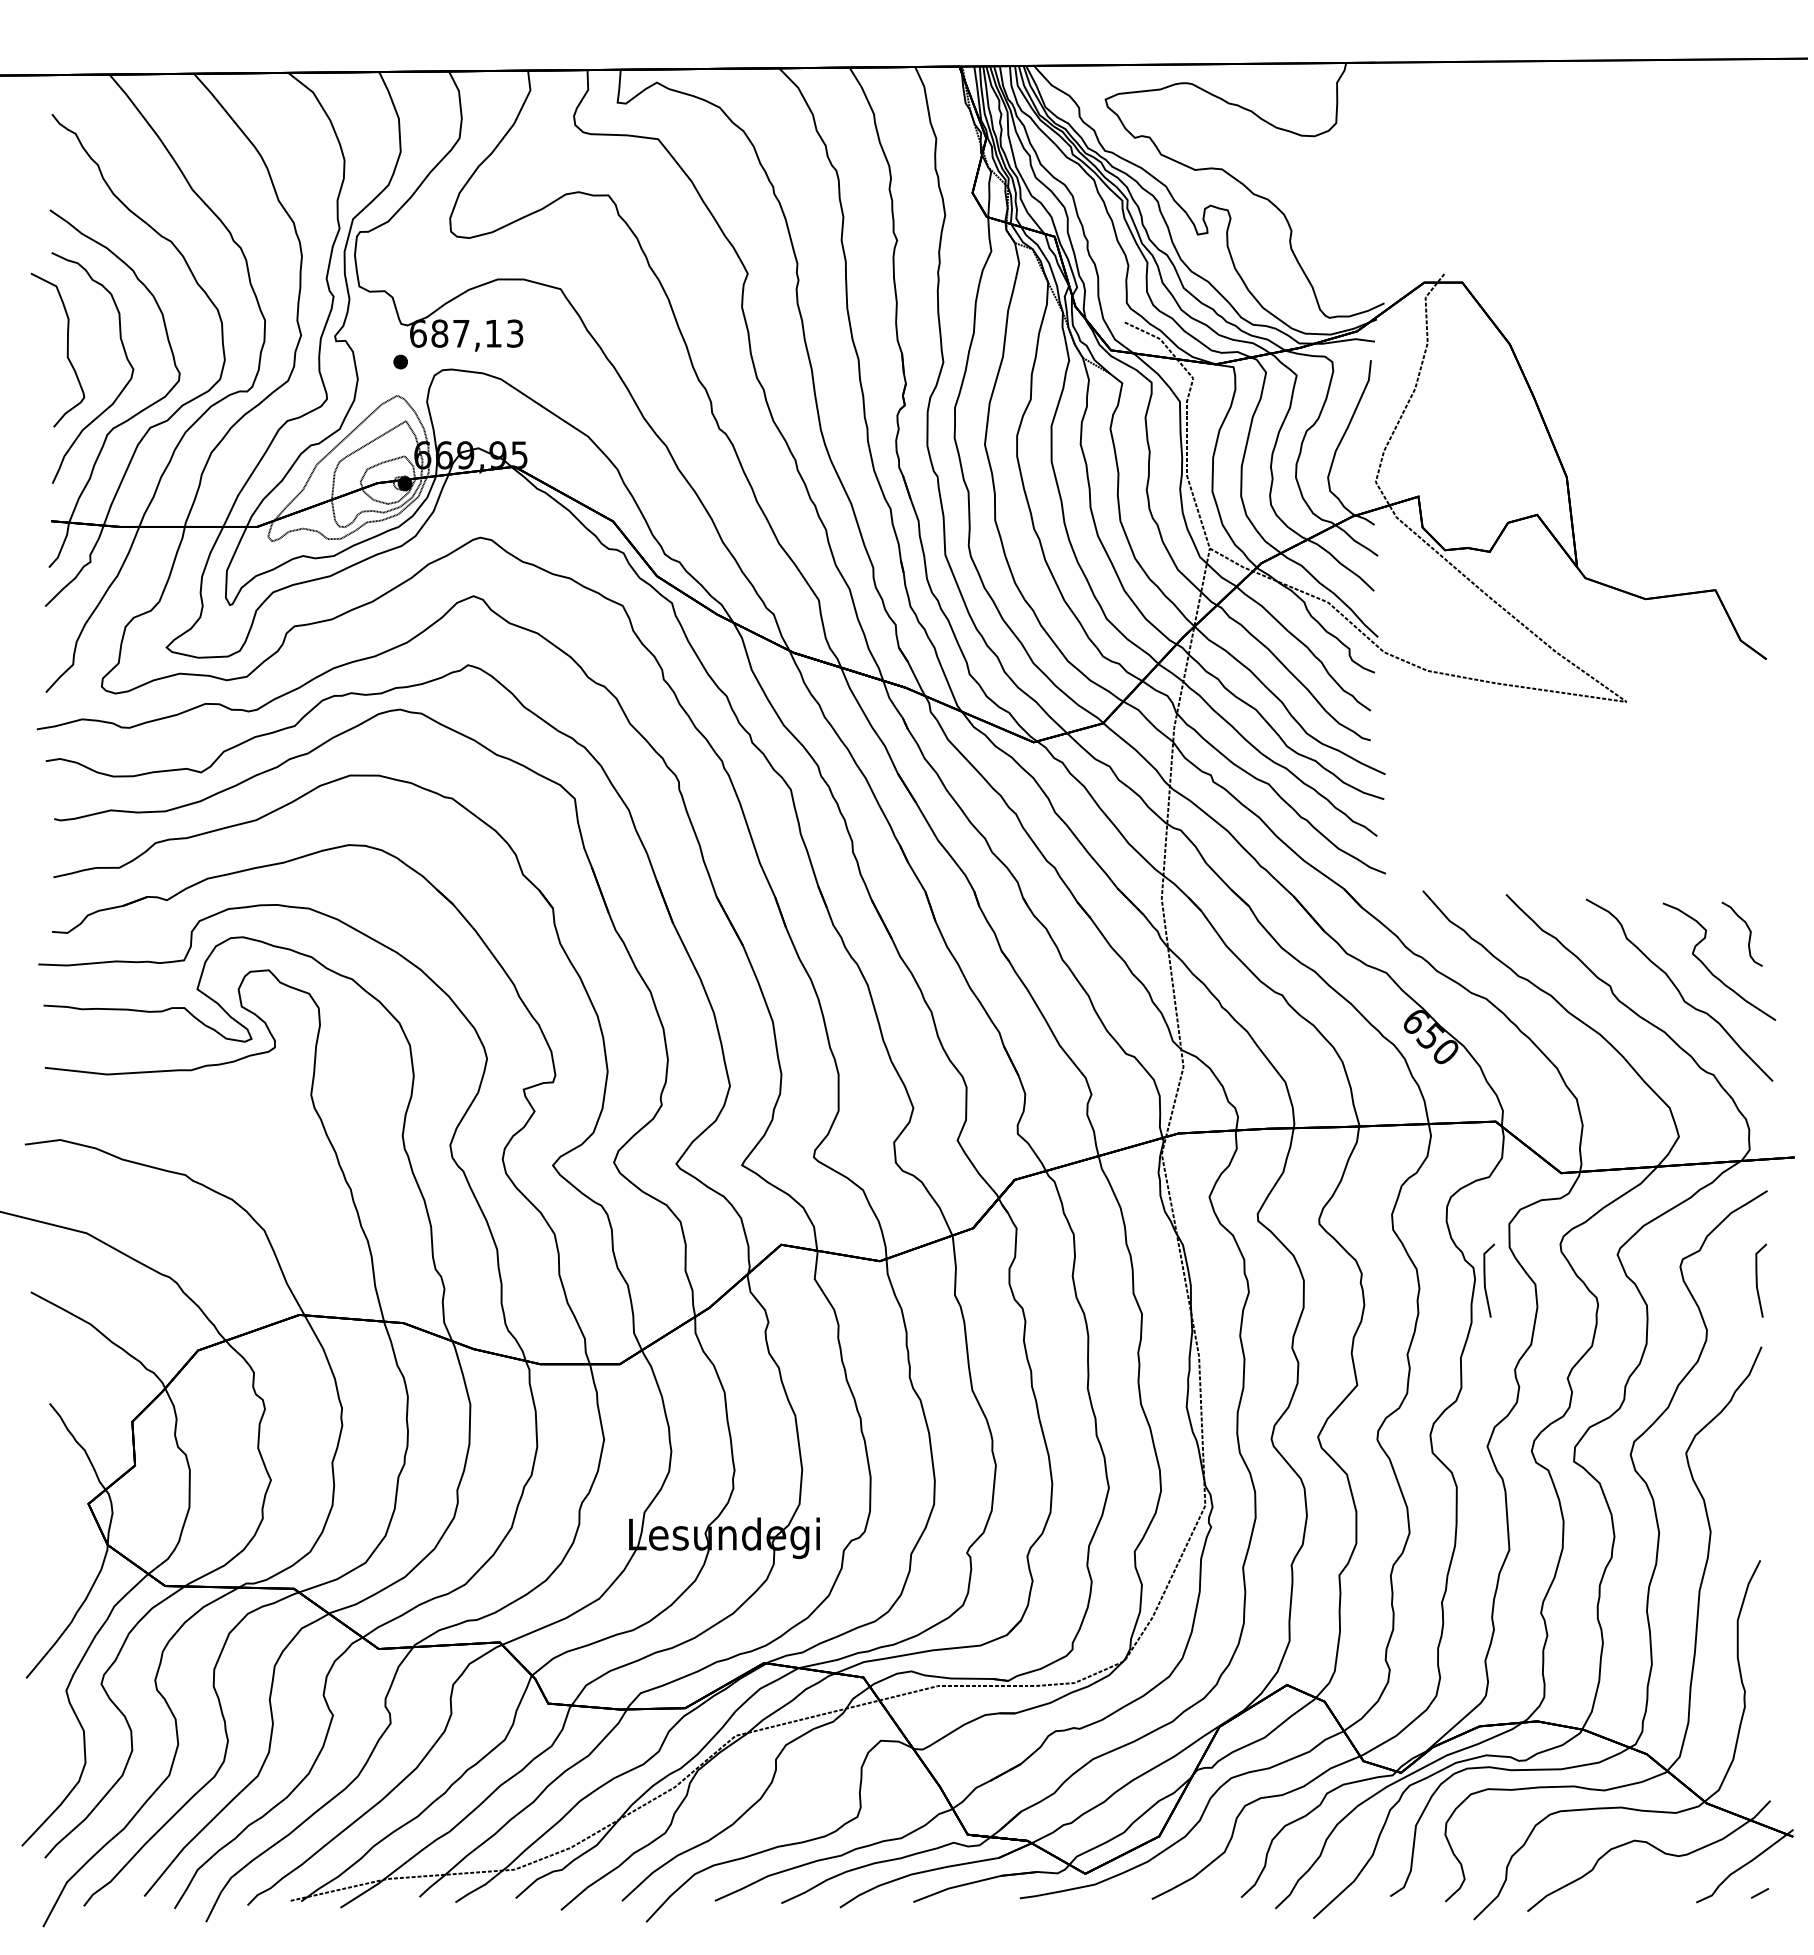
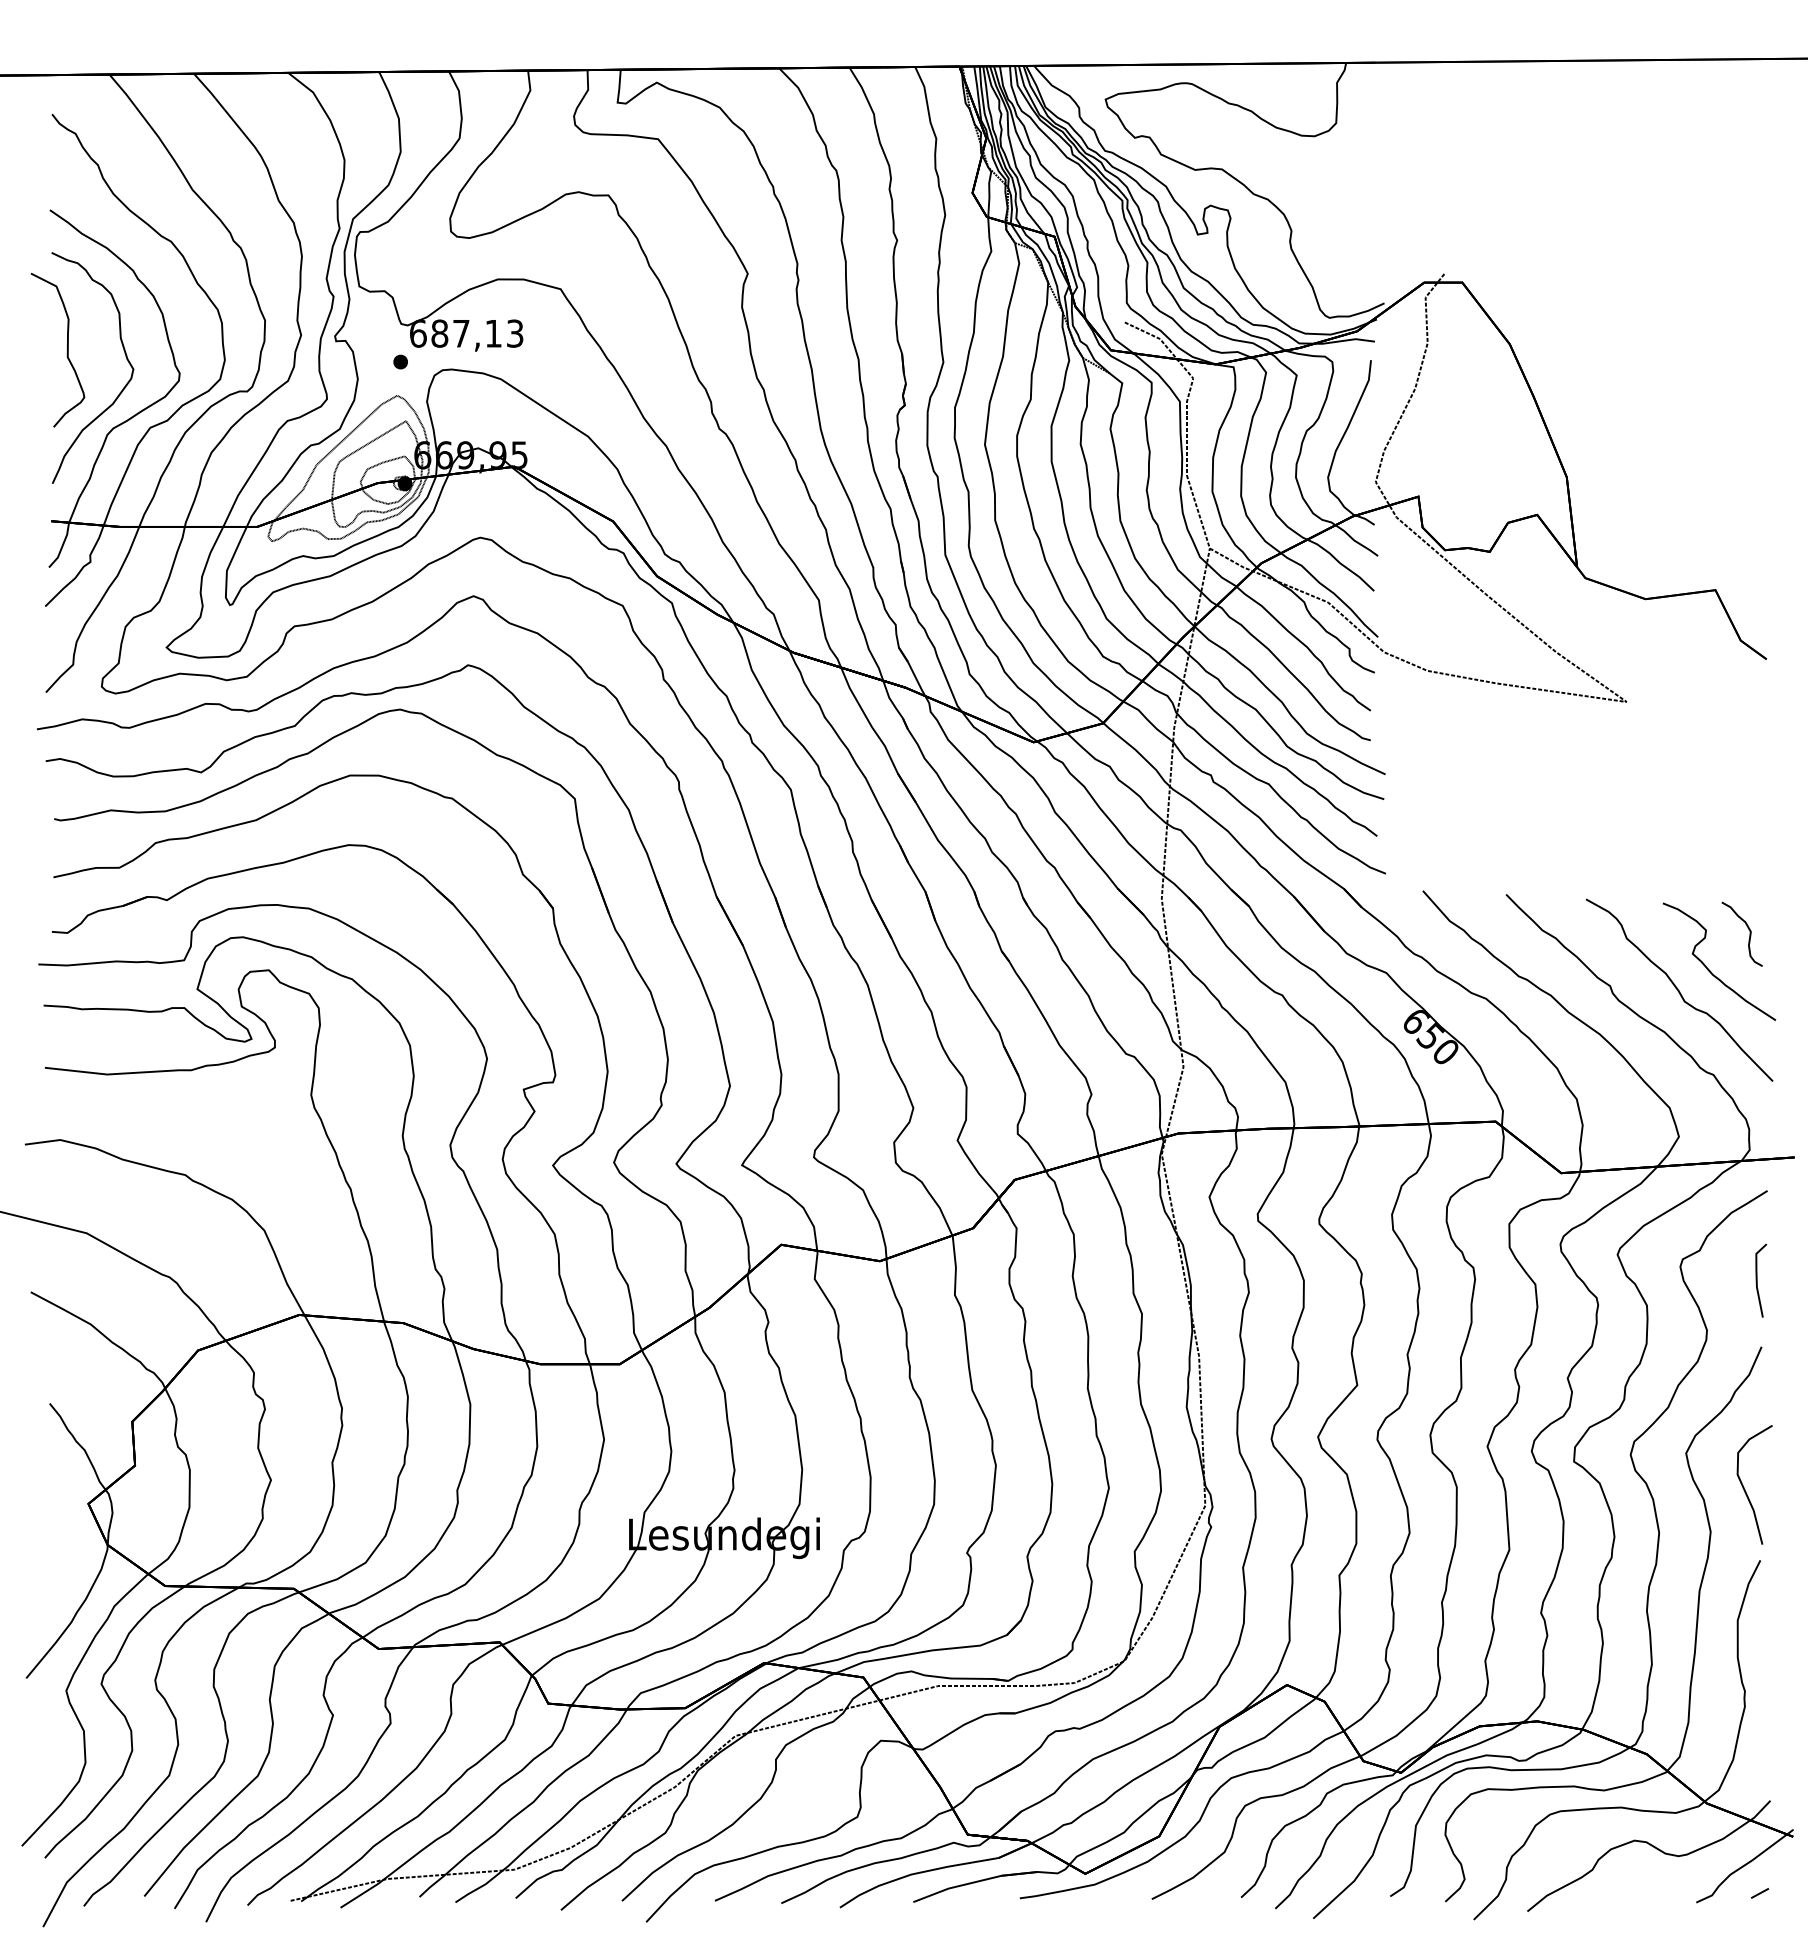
line at (1485, 1280): present -> none
curve at (1745, 1489): none -> present
